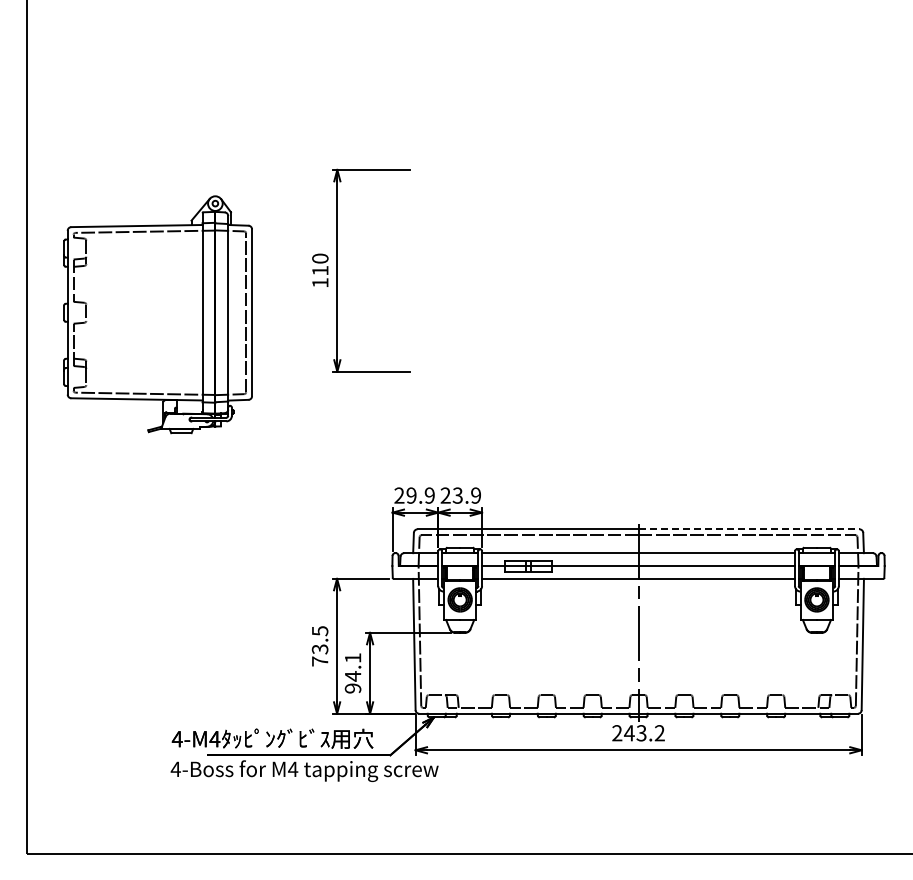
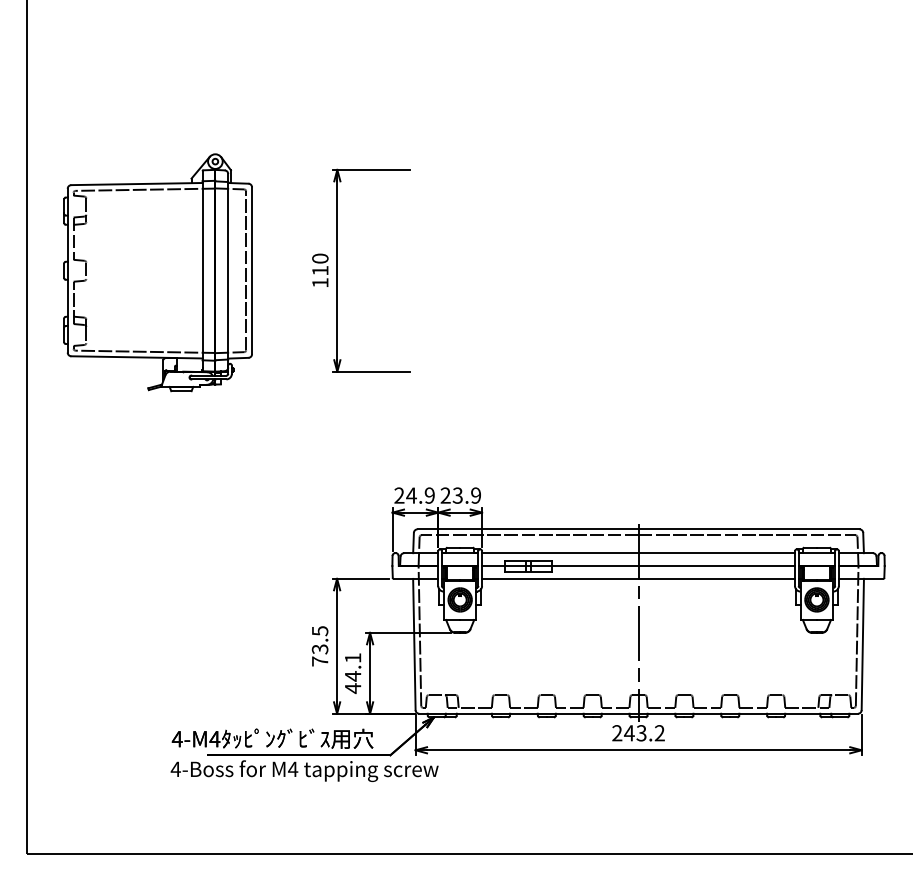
part at (157, 314) position: (157, 314) -> (157, 272)
text at (411, 495): 29.9 -> 24.9
line at (749, 529): dashed -> solid
text at (352, 688): 94.1 -> 44.1
